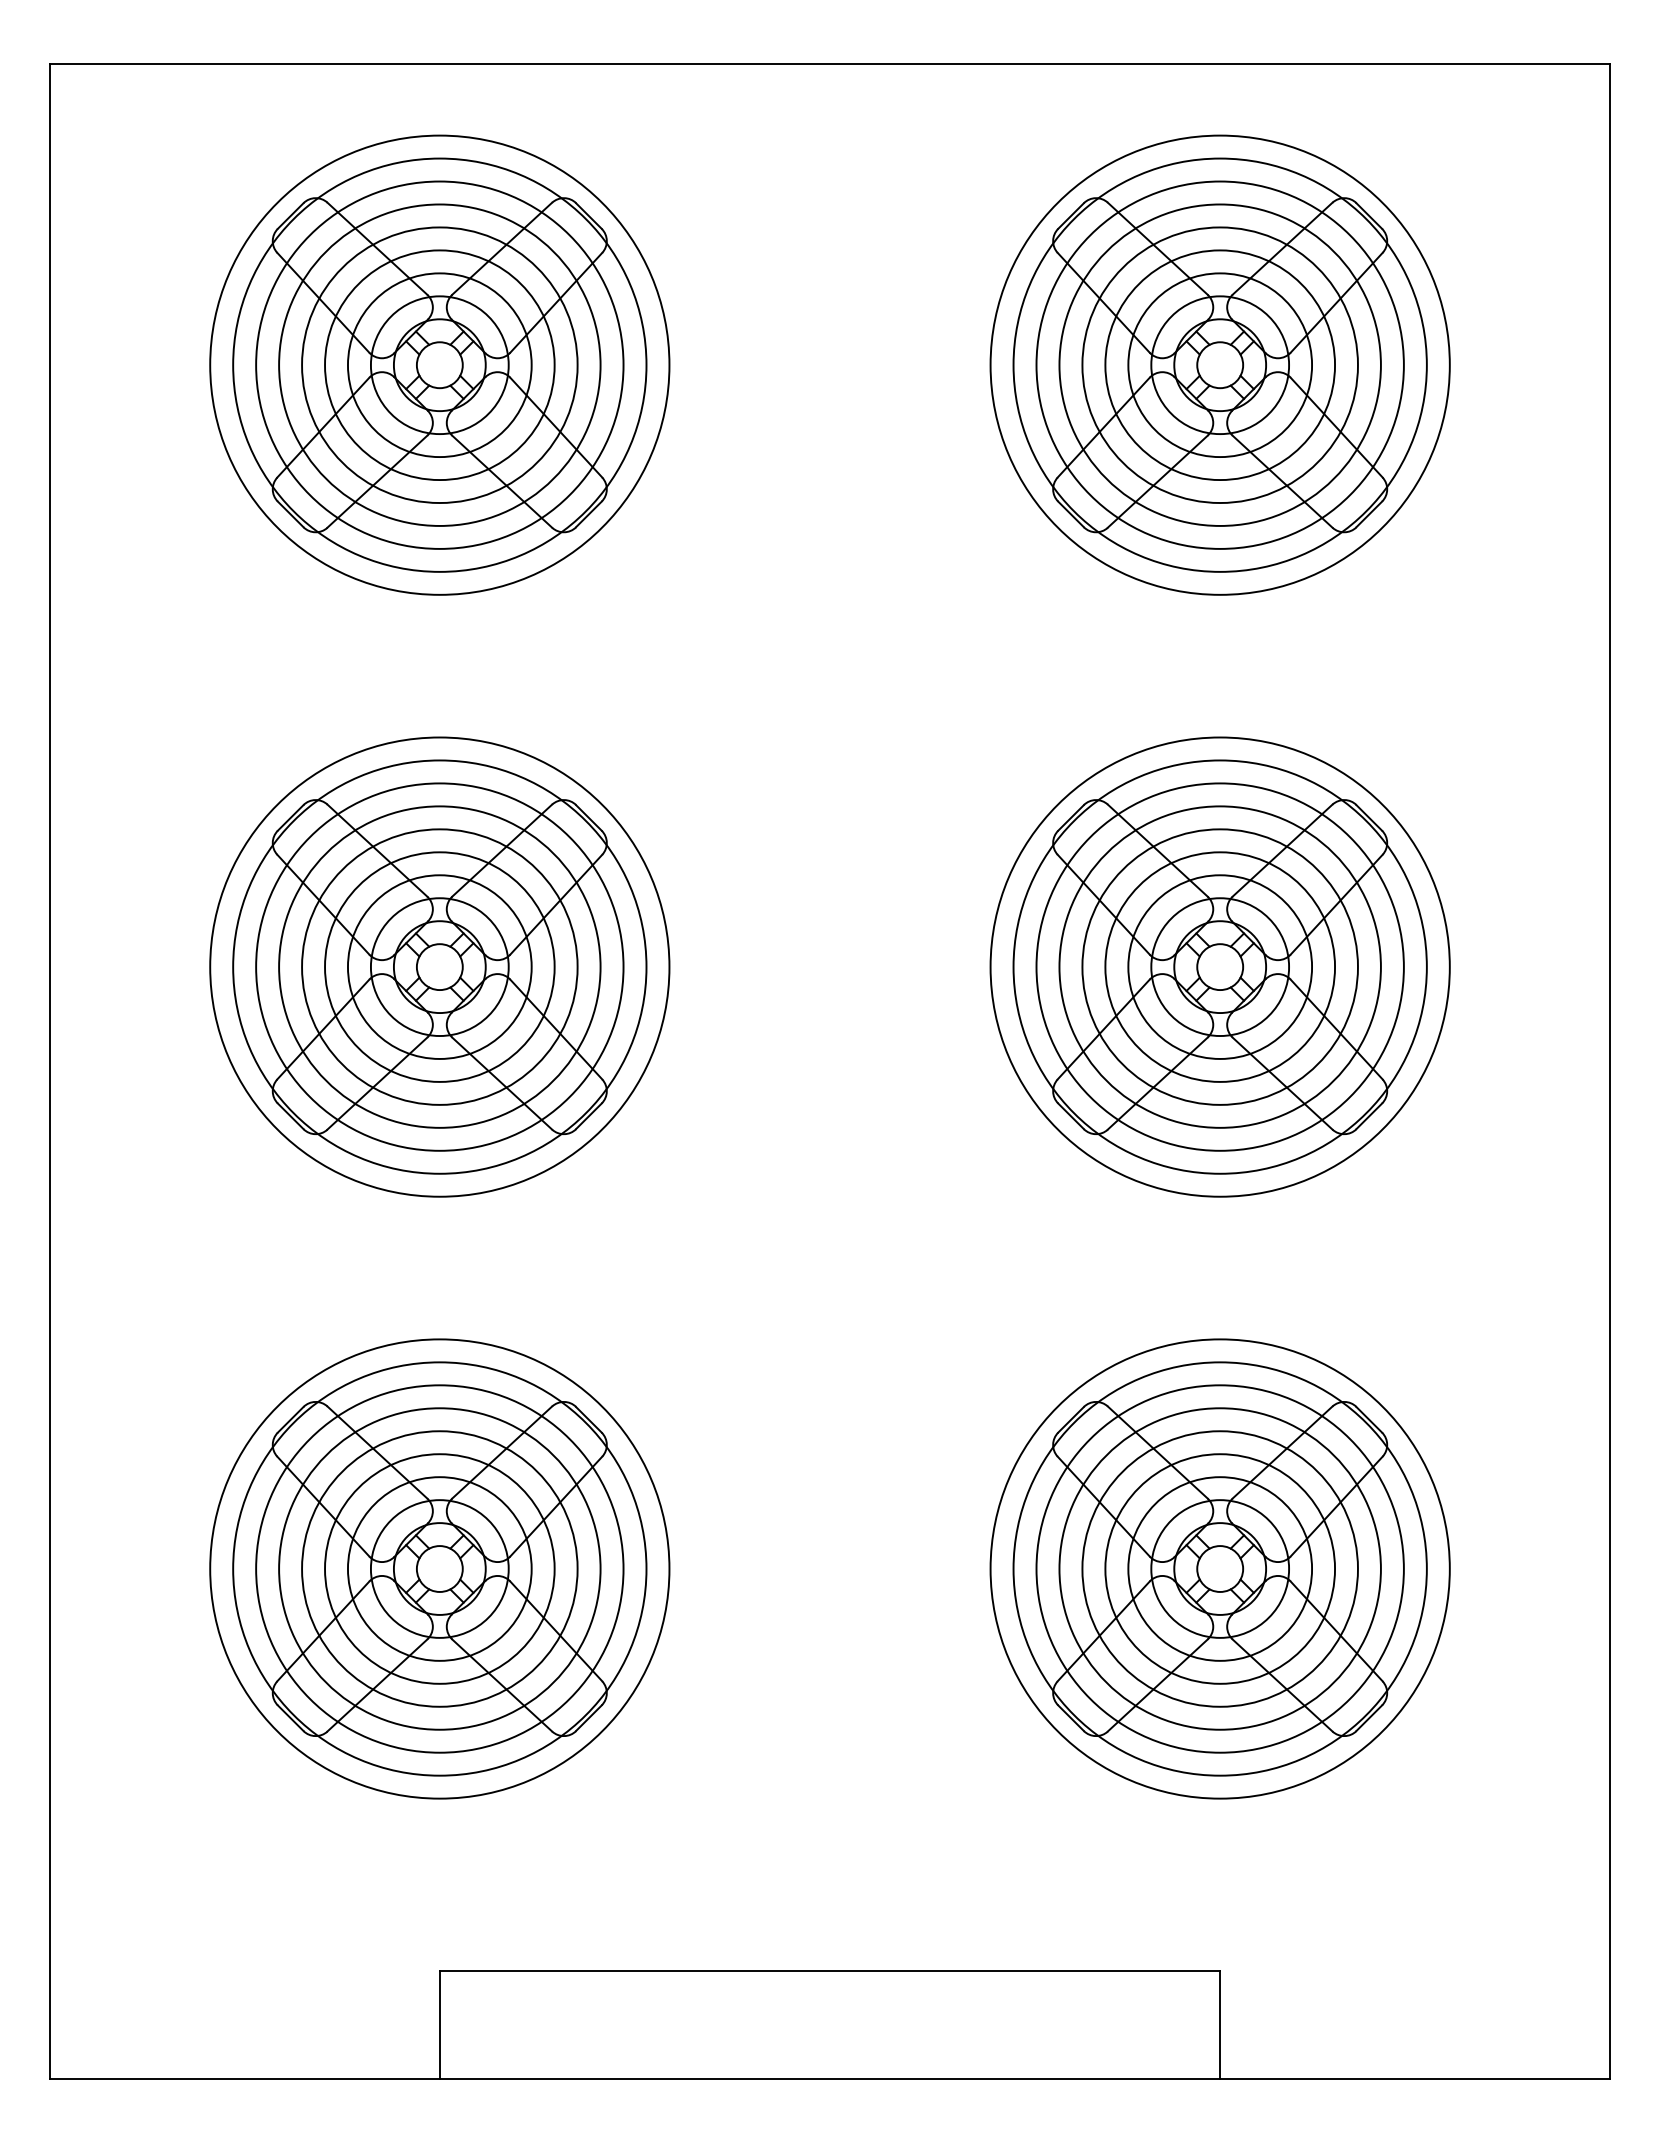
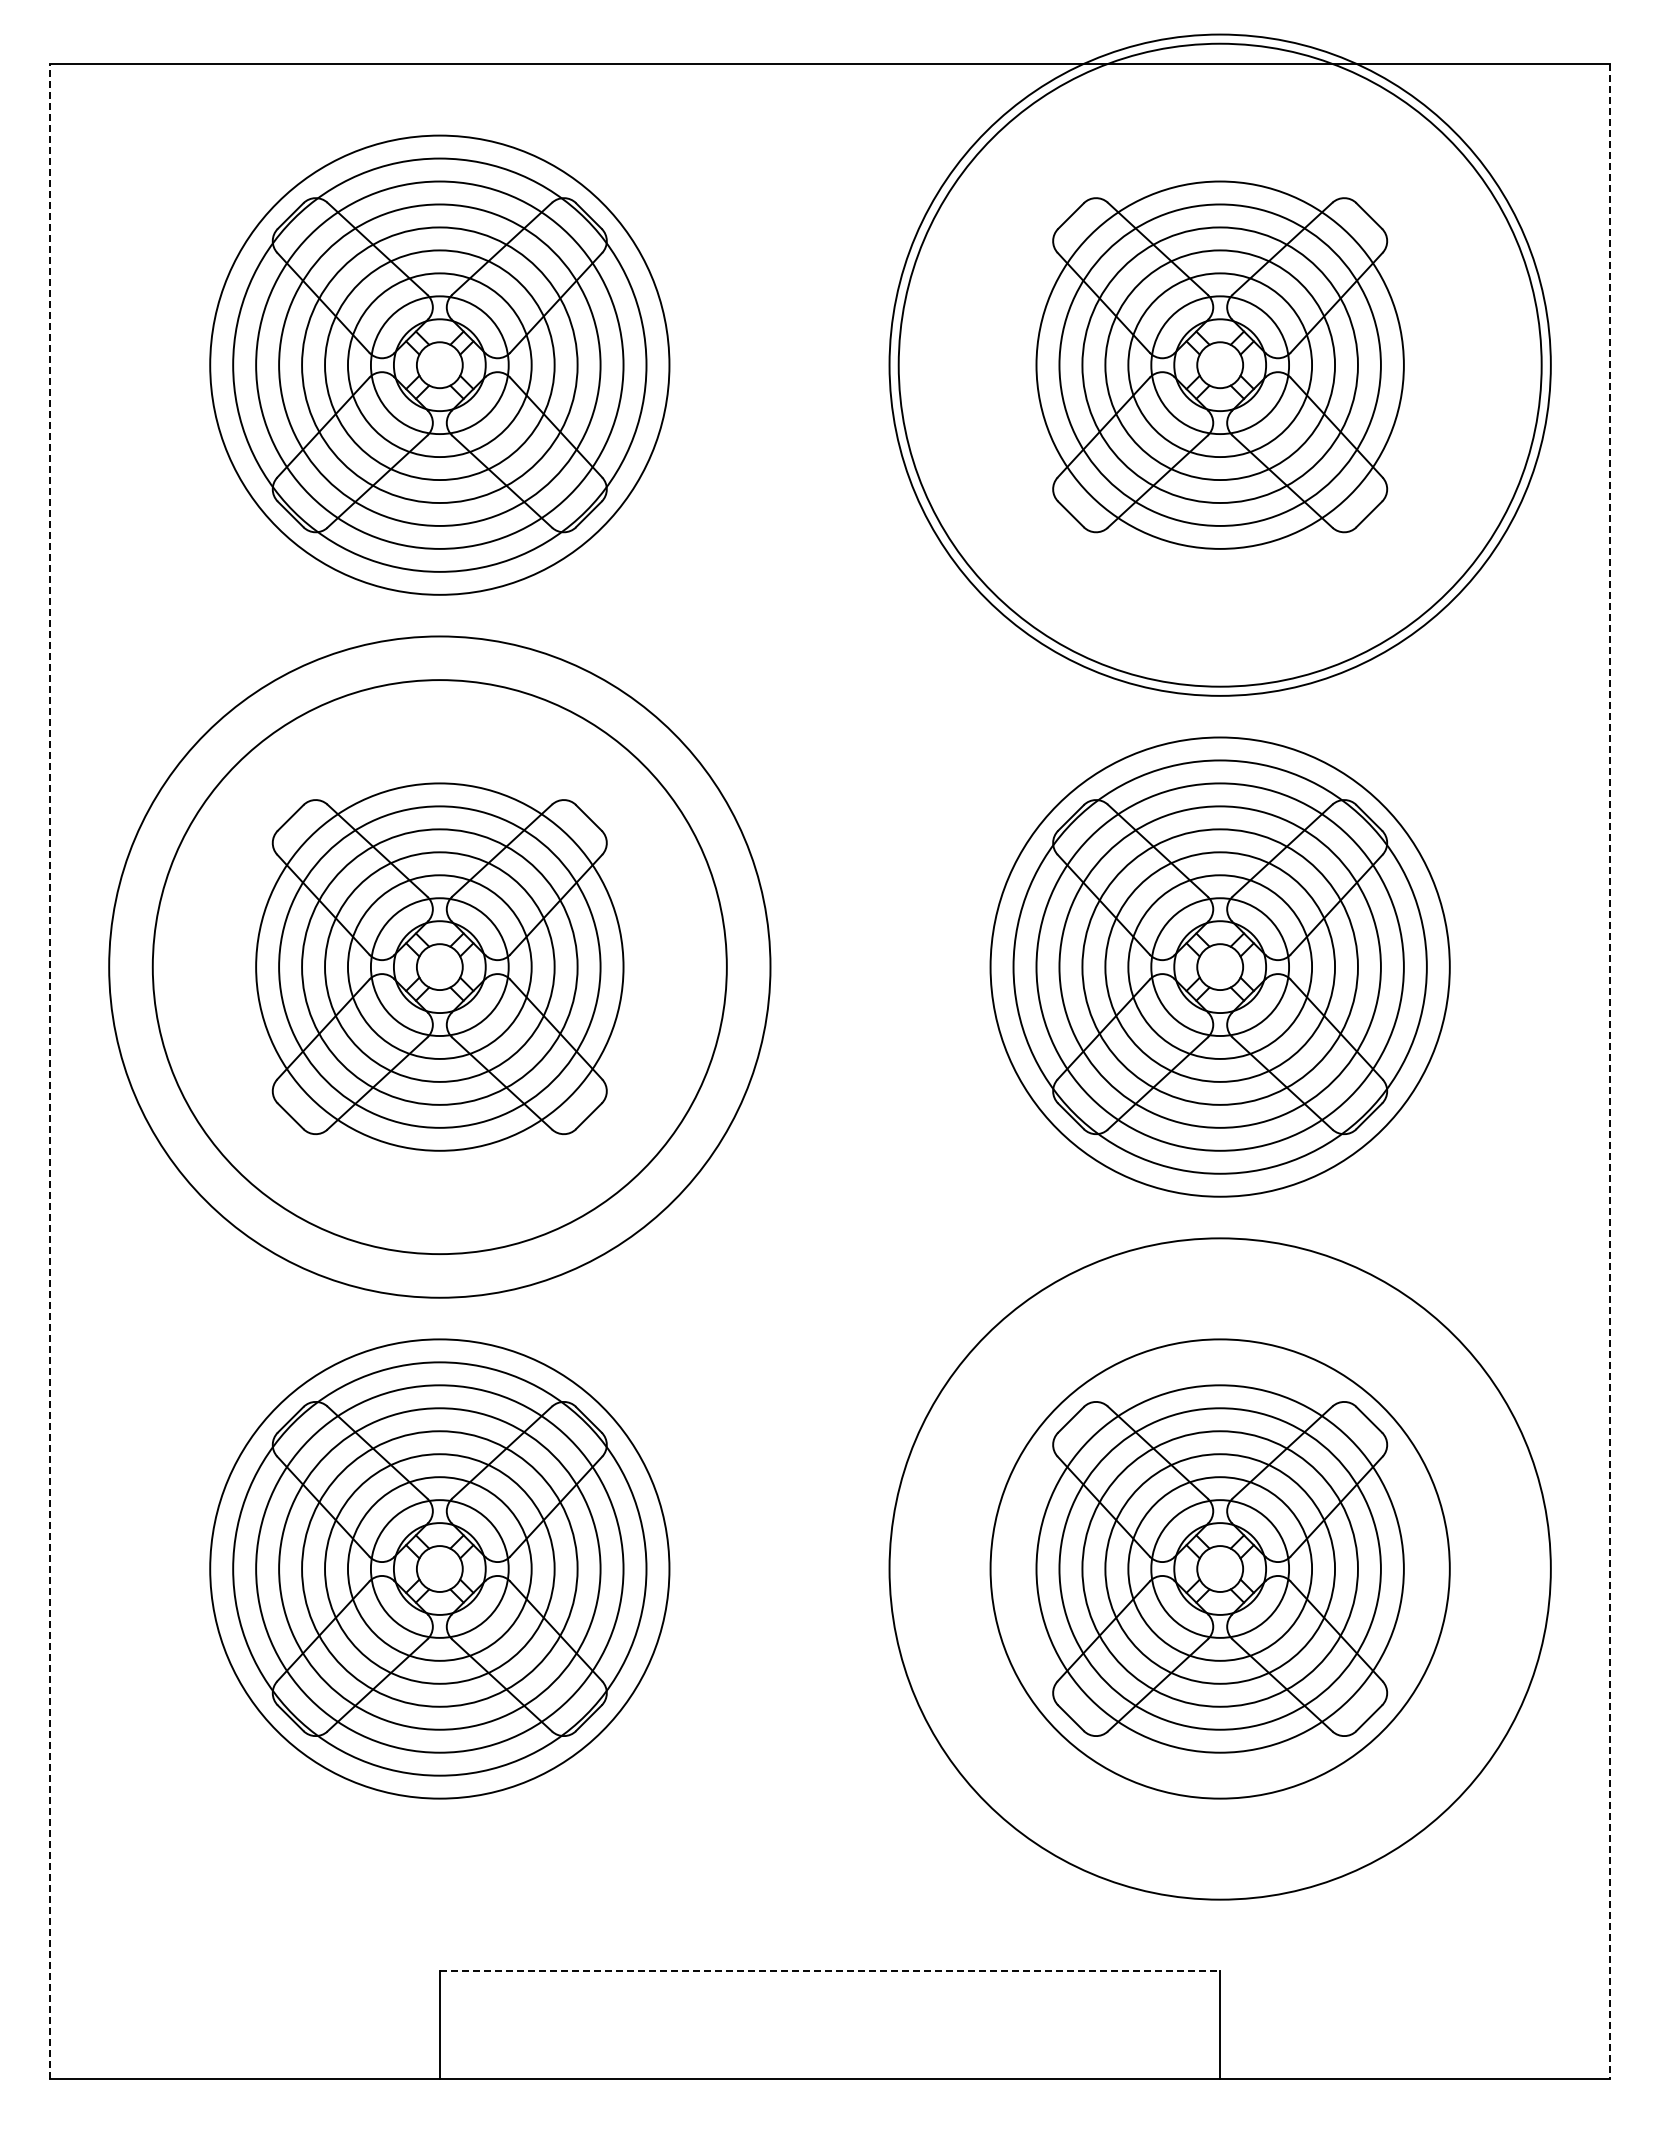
circle at (1219, 364) diameter: 413 px -> 661 px
circle at (1219, 364) diameter: 459 px -> 643 px
circle at (439, 966) diameter: 413 px -> 661 px
circle at (439, 966) diameter: 459 px -> 574 px
line at (49, 1071): solid -> dashed
line at (1610, 1072): solid -> dashed
circle at (1219, 1568) diameter: 413 px -> 661 px
line at (830, 1971): solid -> dashed
